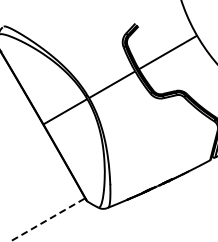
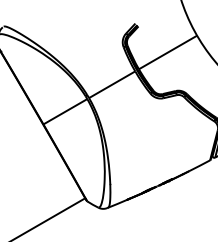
line at (48, 219): dashed -> solid
